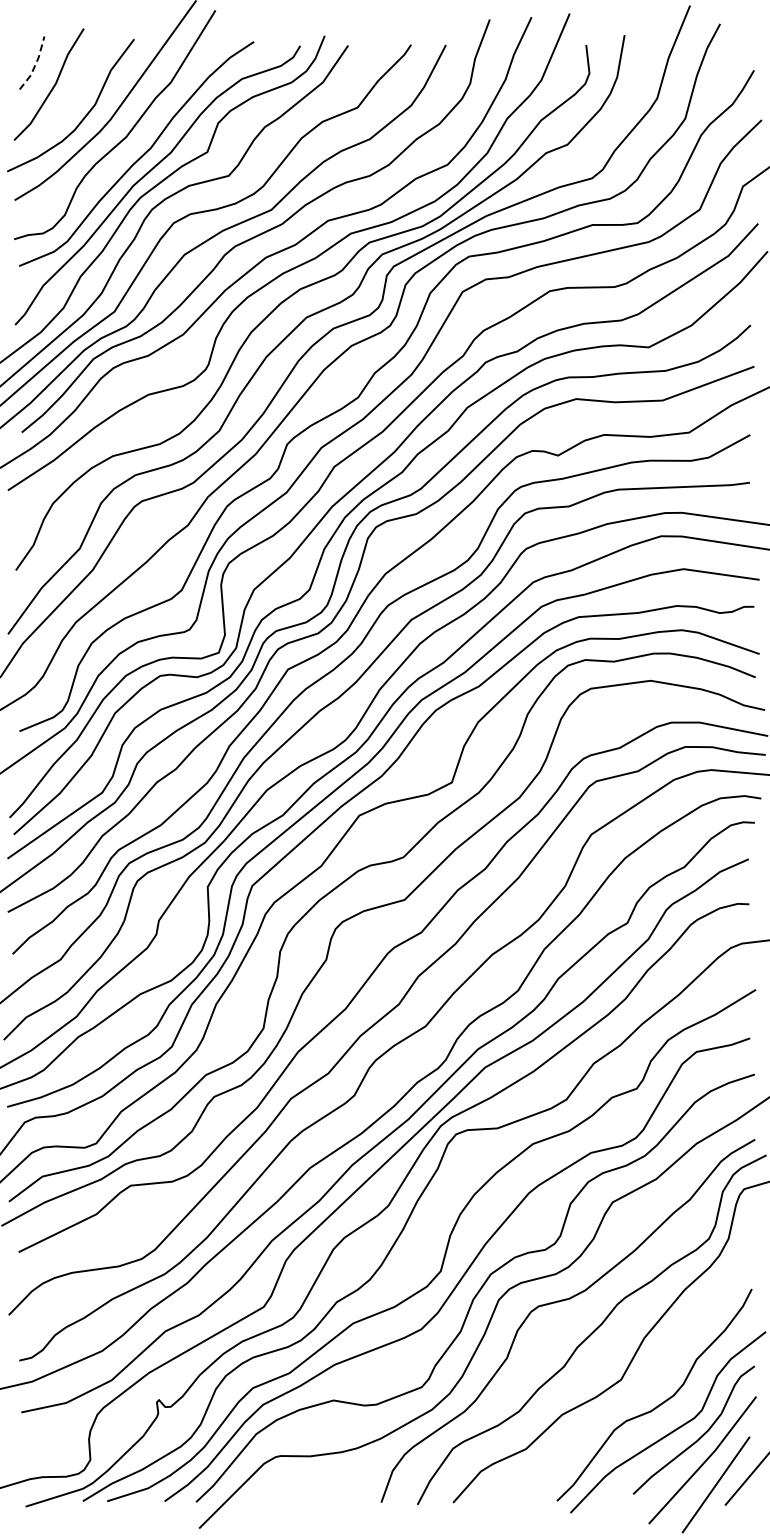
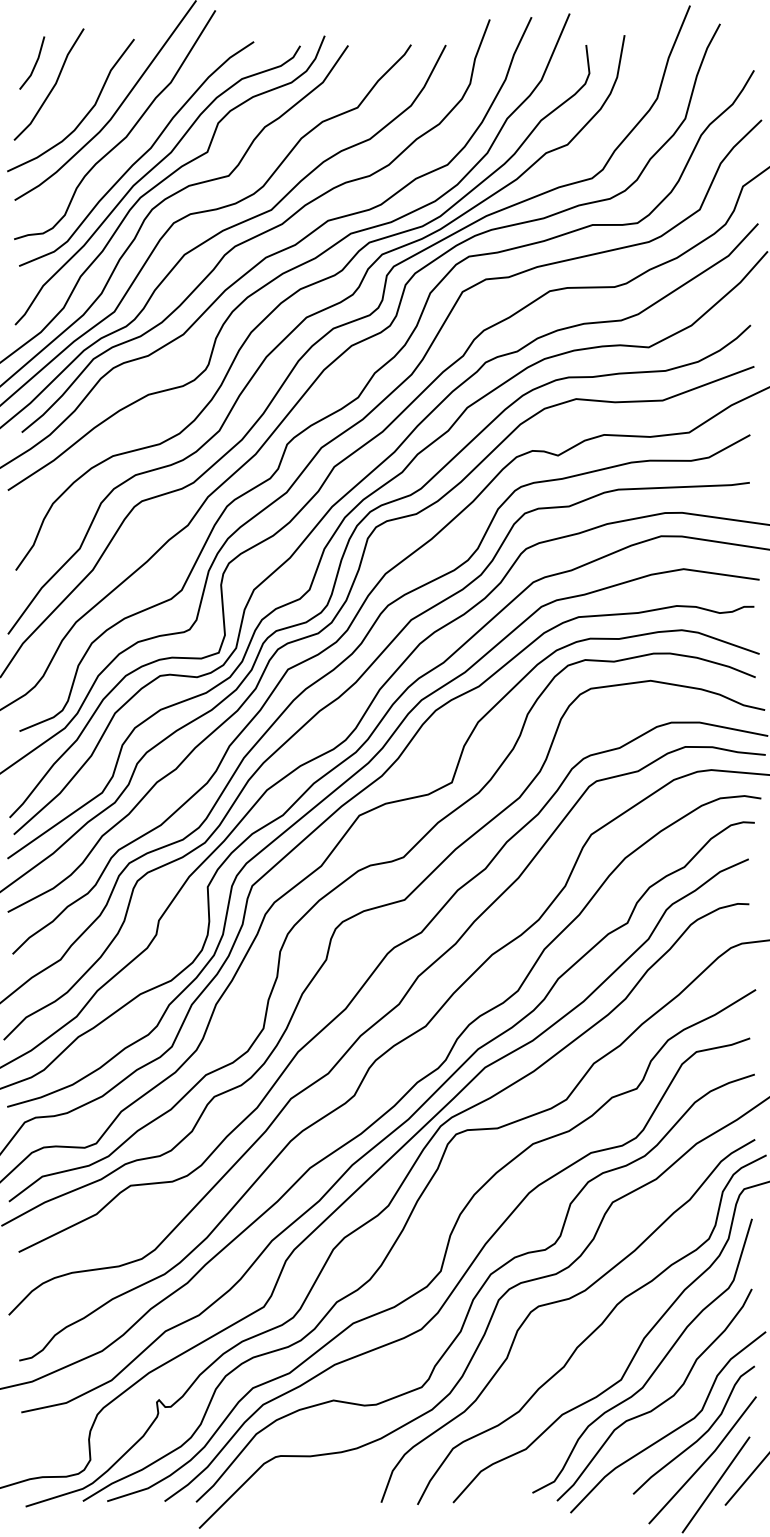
line at (35, 64): dashed -> solid
curve at (657, 1365): none -> present
